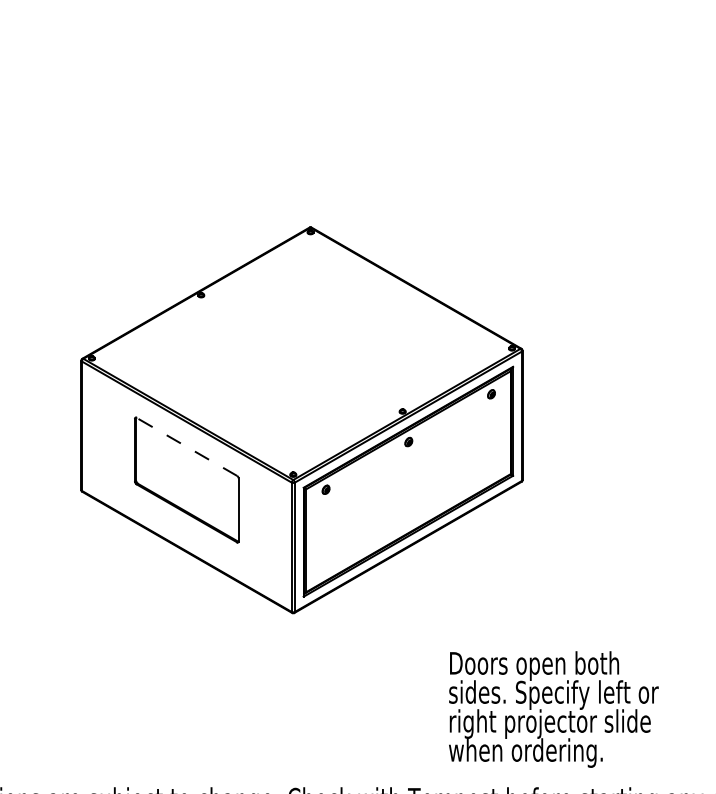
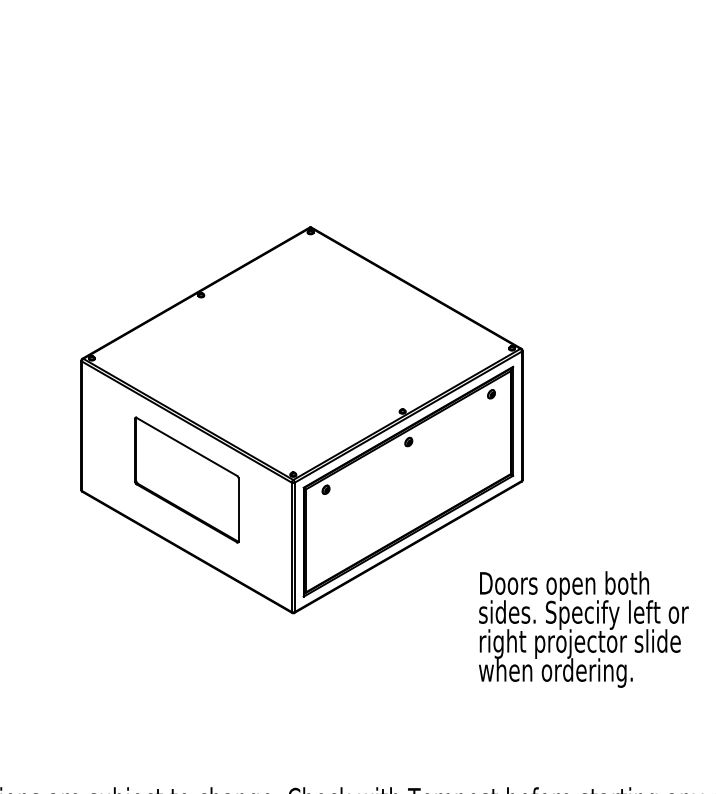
line at (186, 446): dashed -> solid
text at (553, 709) position: (553, 709) -> (583, 629)
